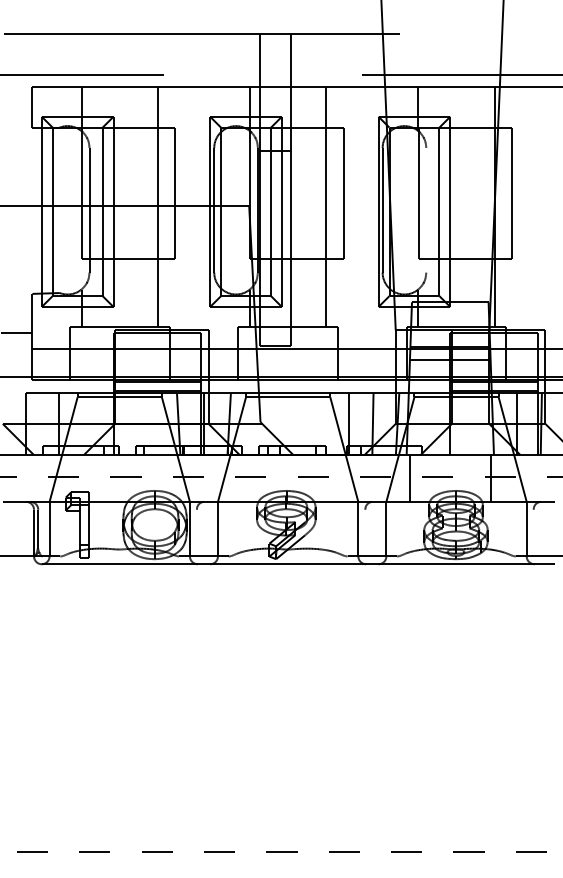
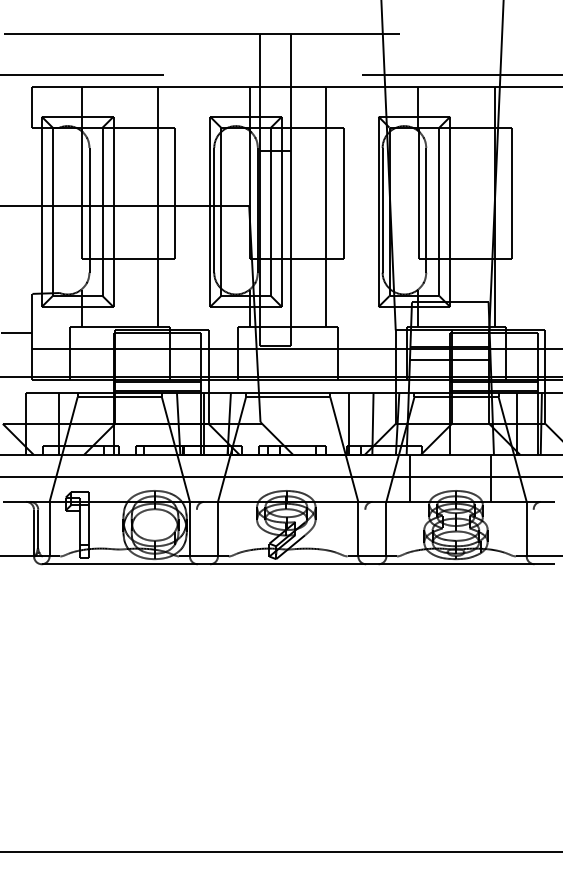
line at (426, 209): none -> present
line at (282, 477): dashed -> solid
line at (281, 851): dashed -> solid
